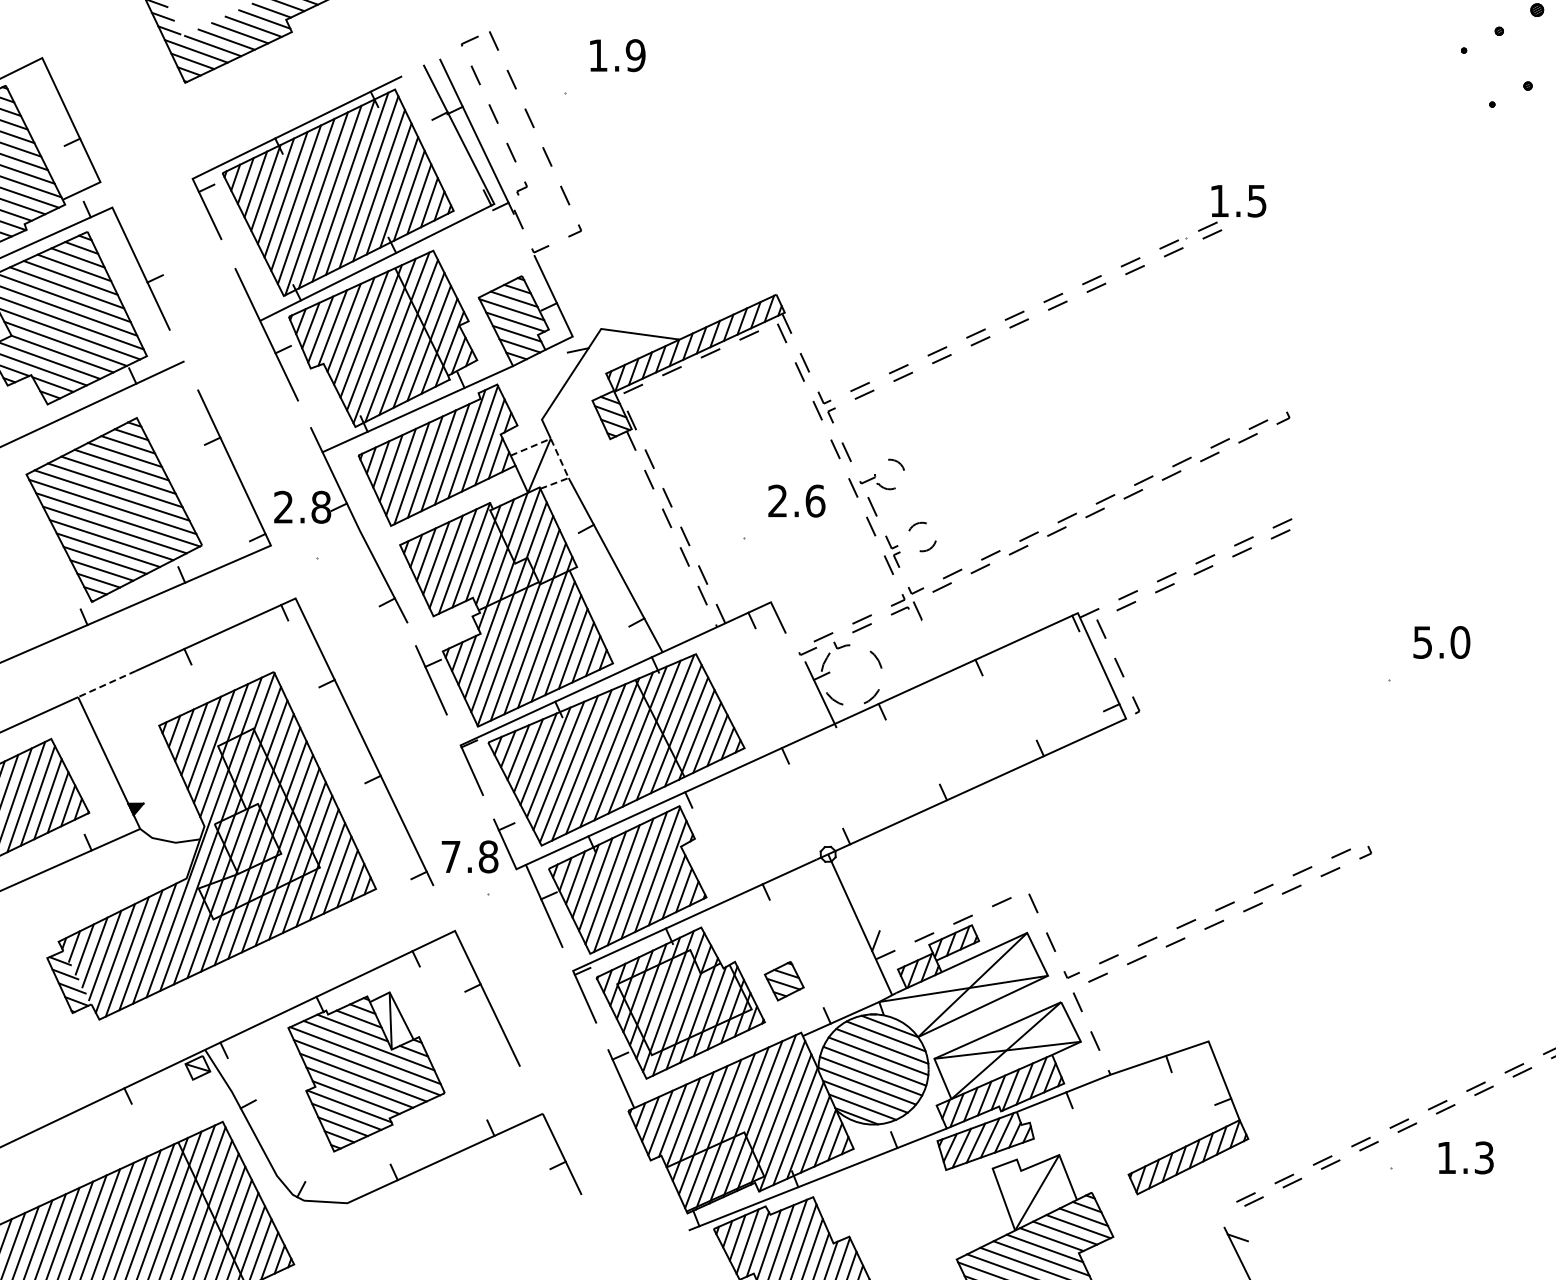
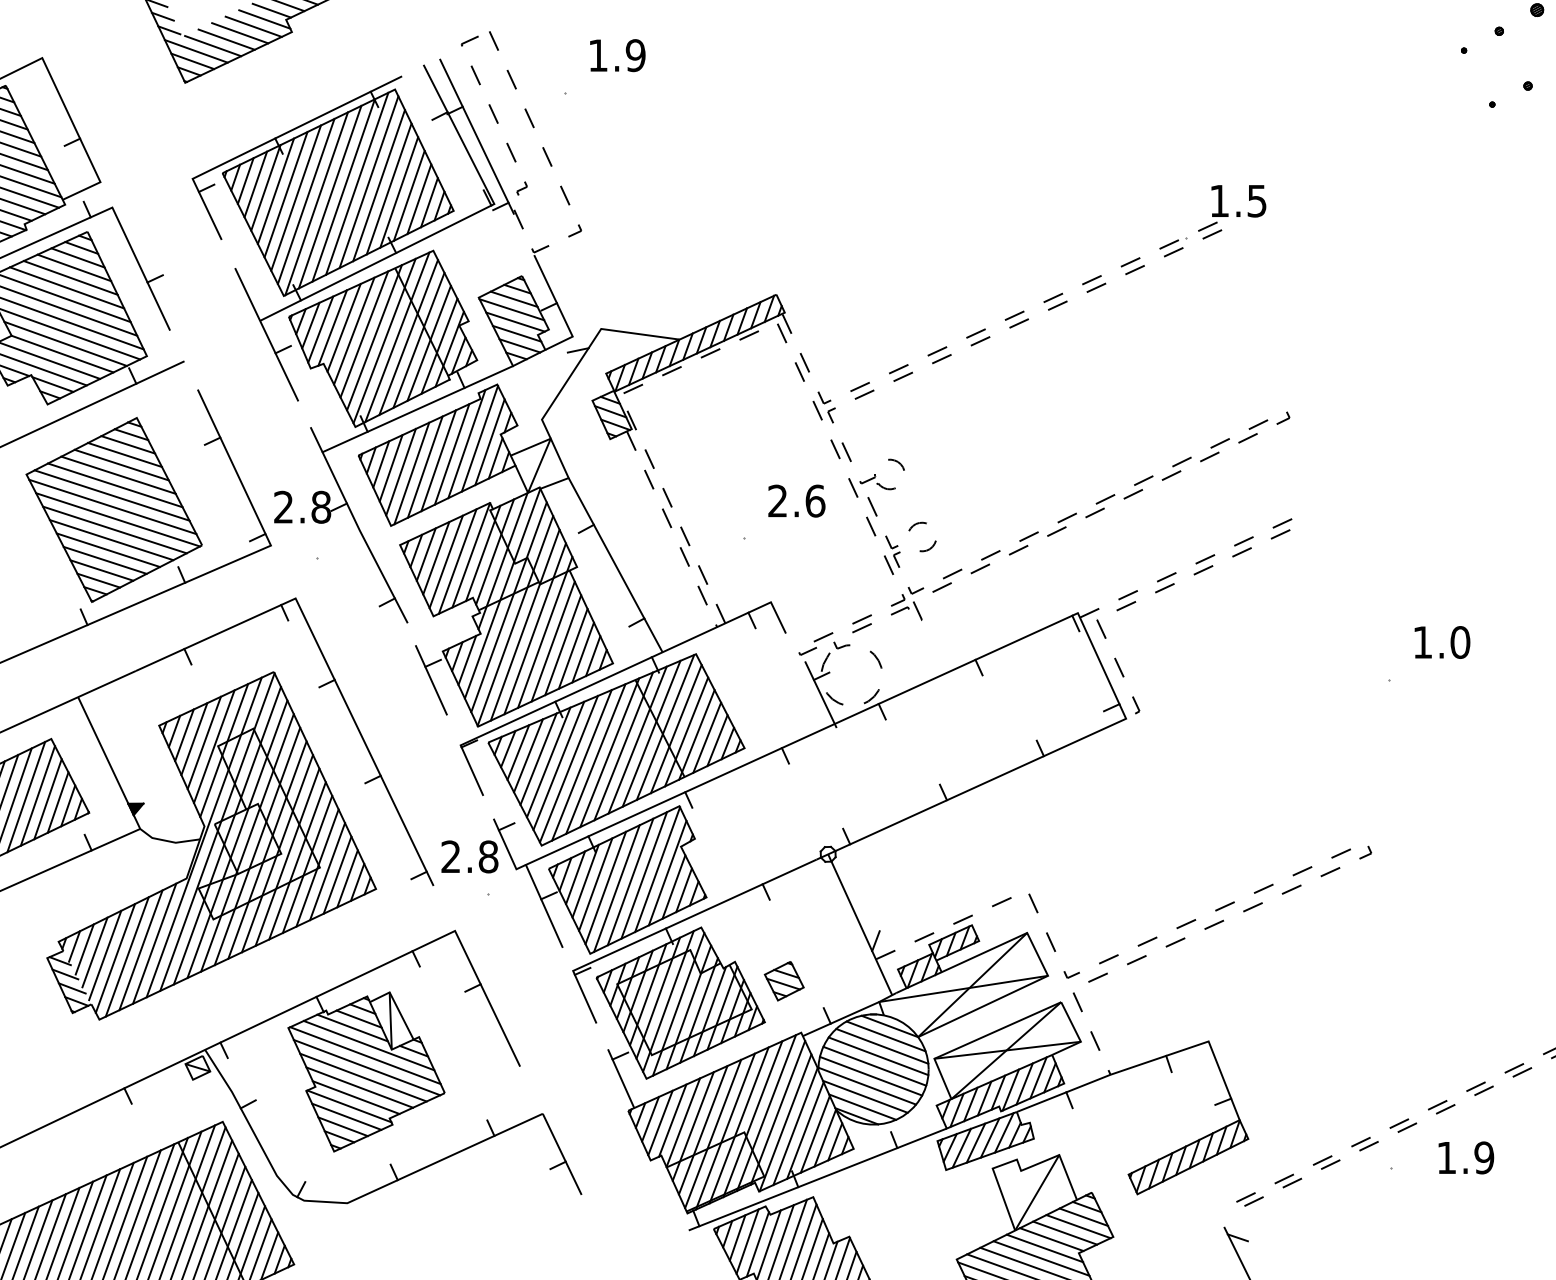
line at (556, 452): dashed -> solid
text at (1422, 642): 5.0 -> 1.0
line at (107, 684): dashed -> solid
text at (450, 856): 7.8 -> 2.8
text at (1484, 1157): 1.3 -> 1.9
